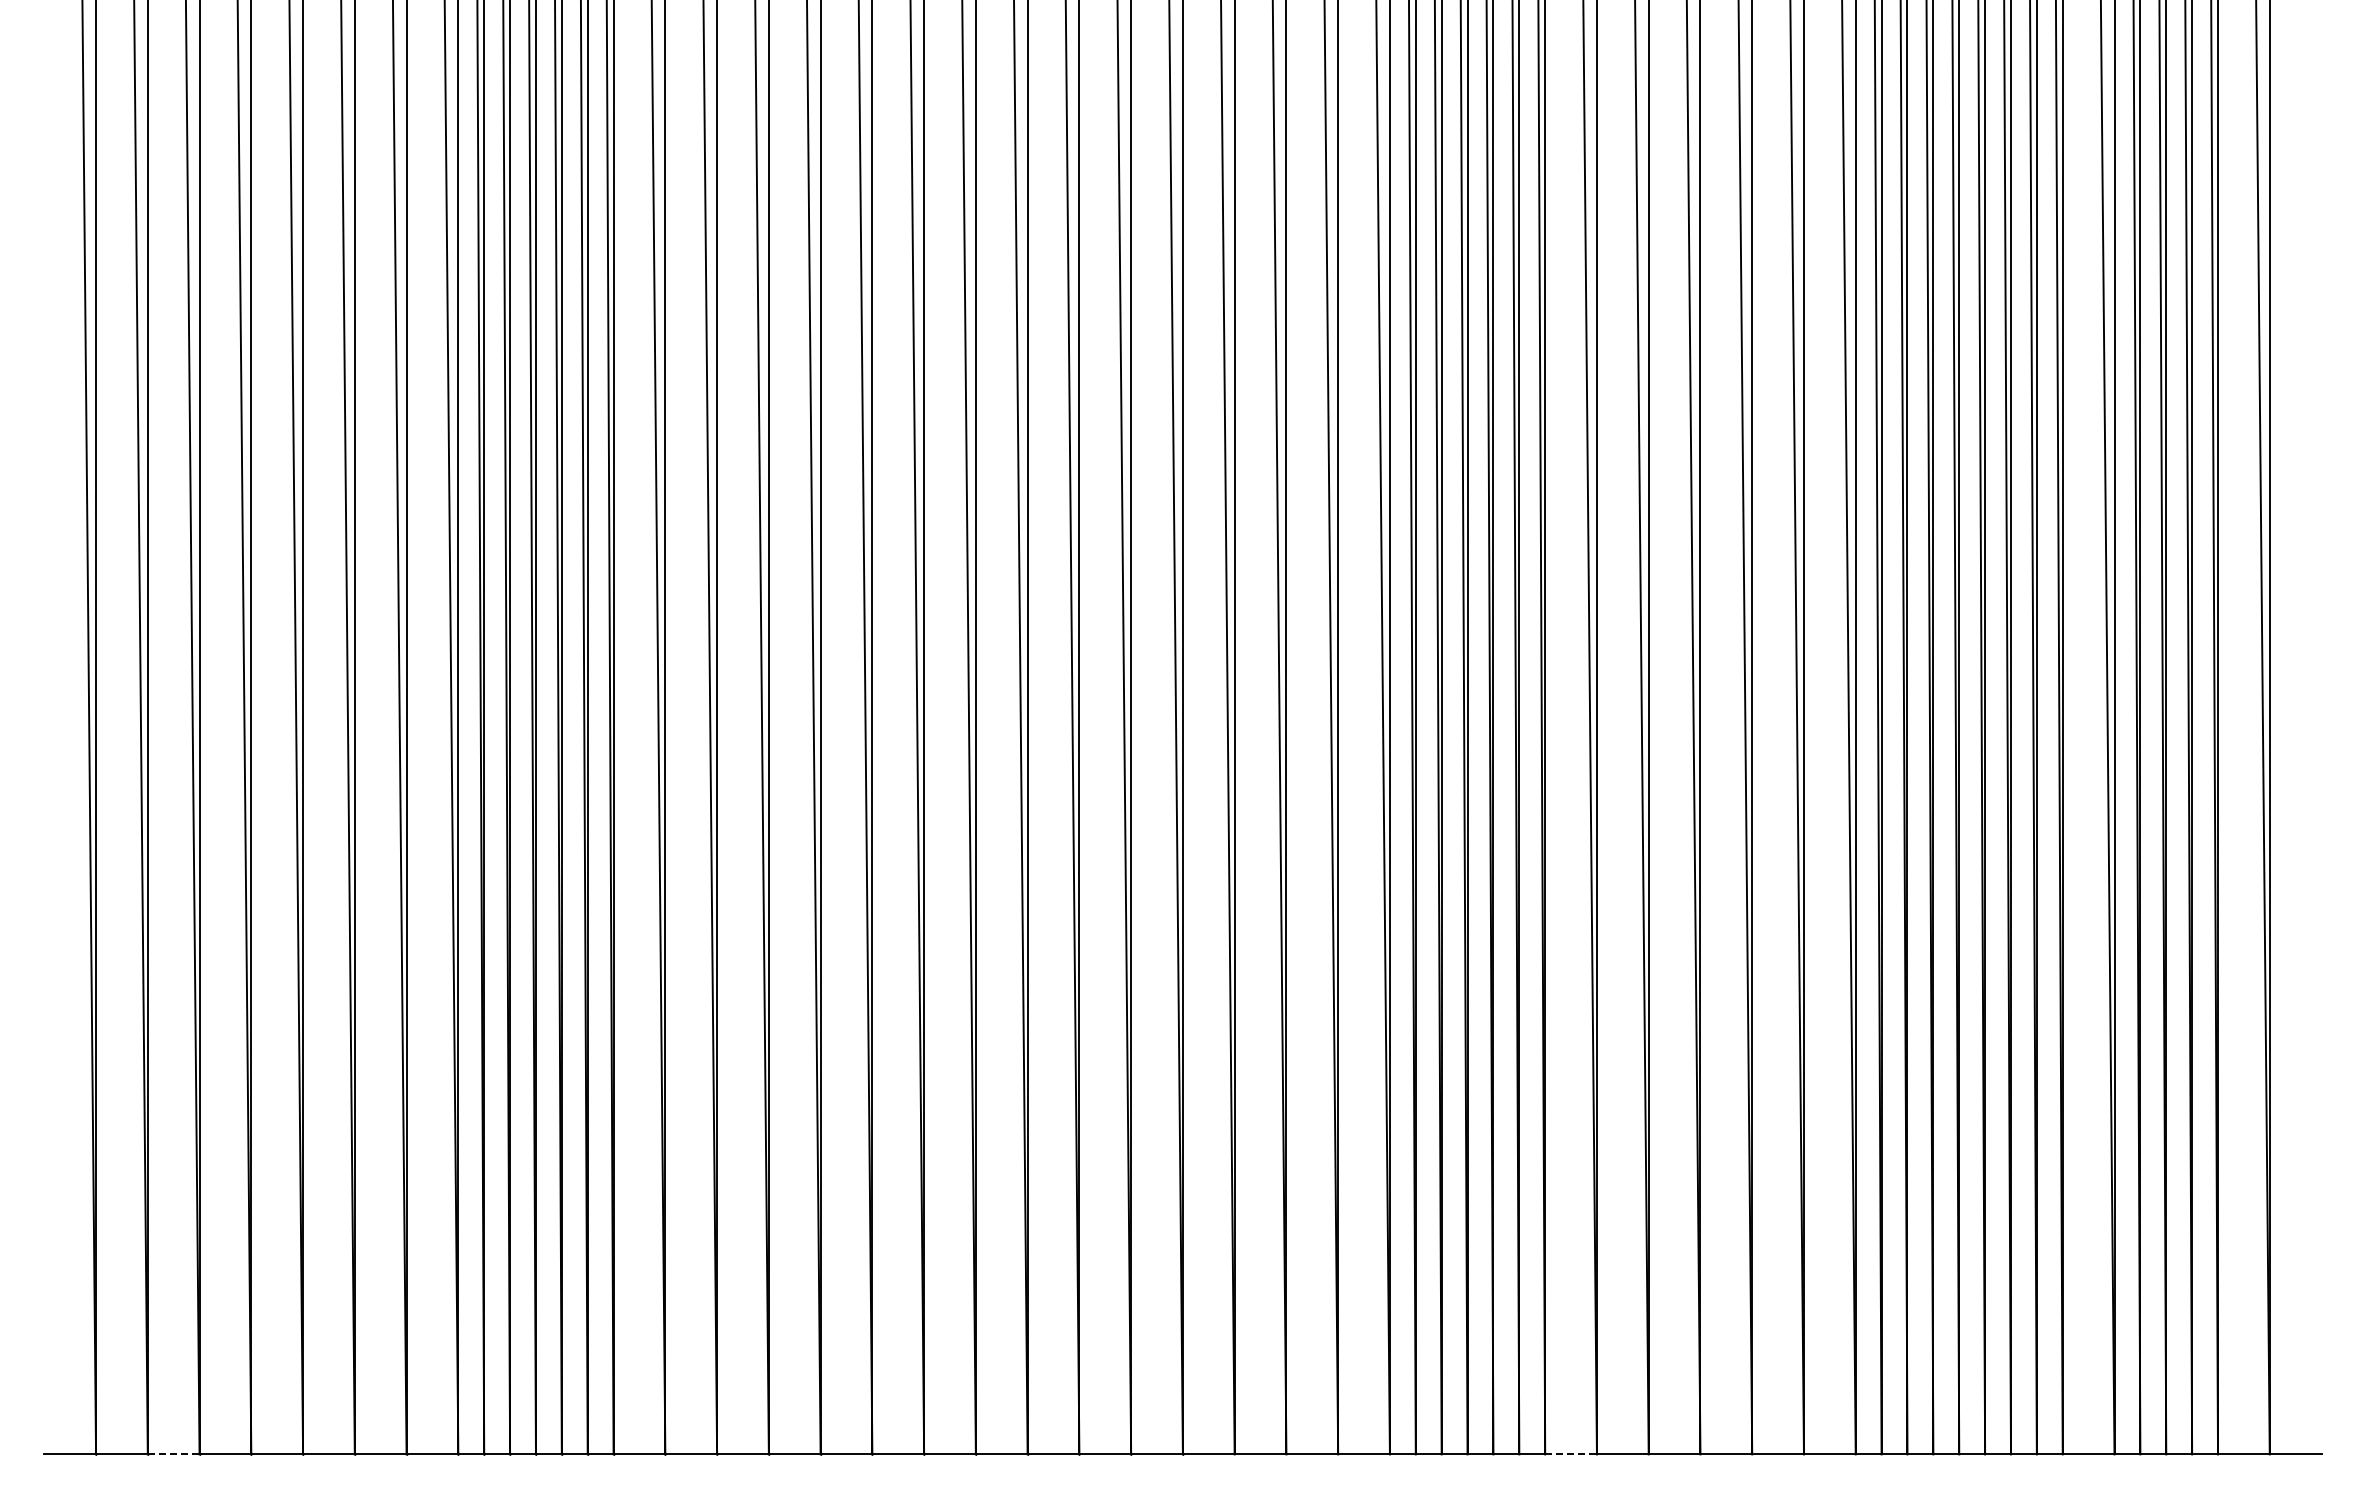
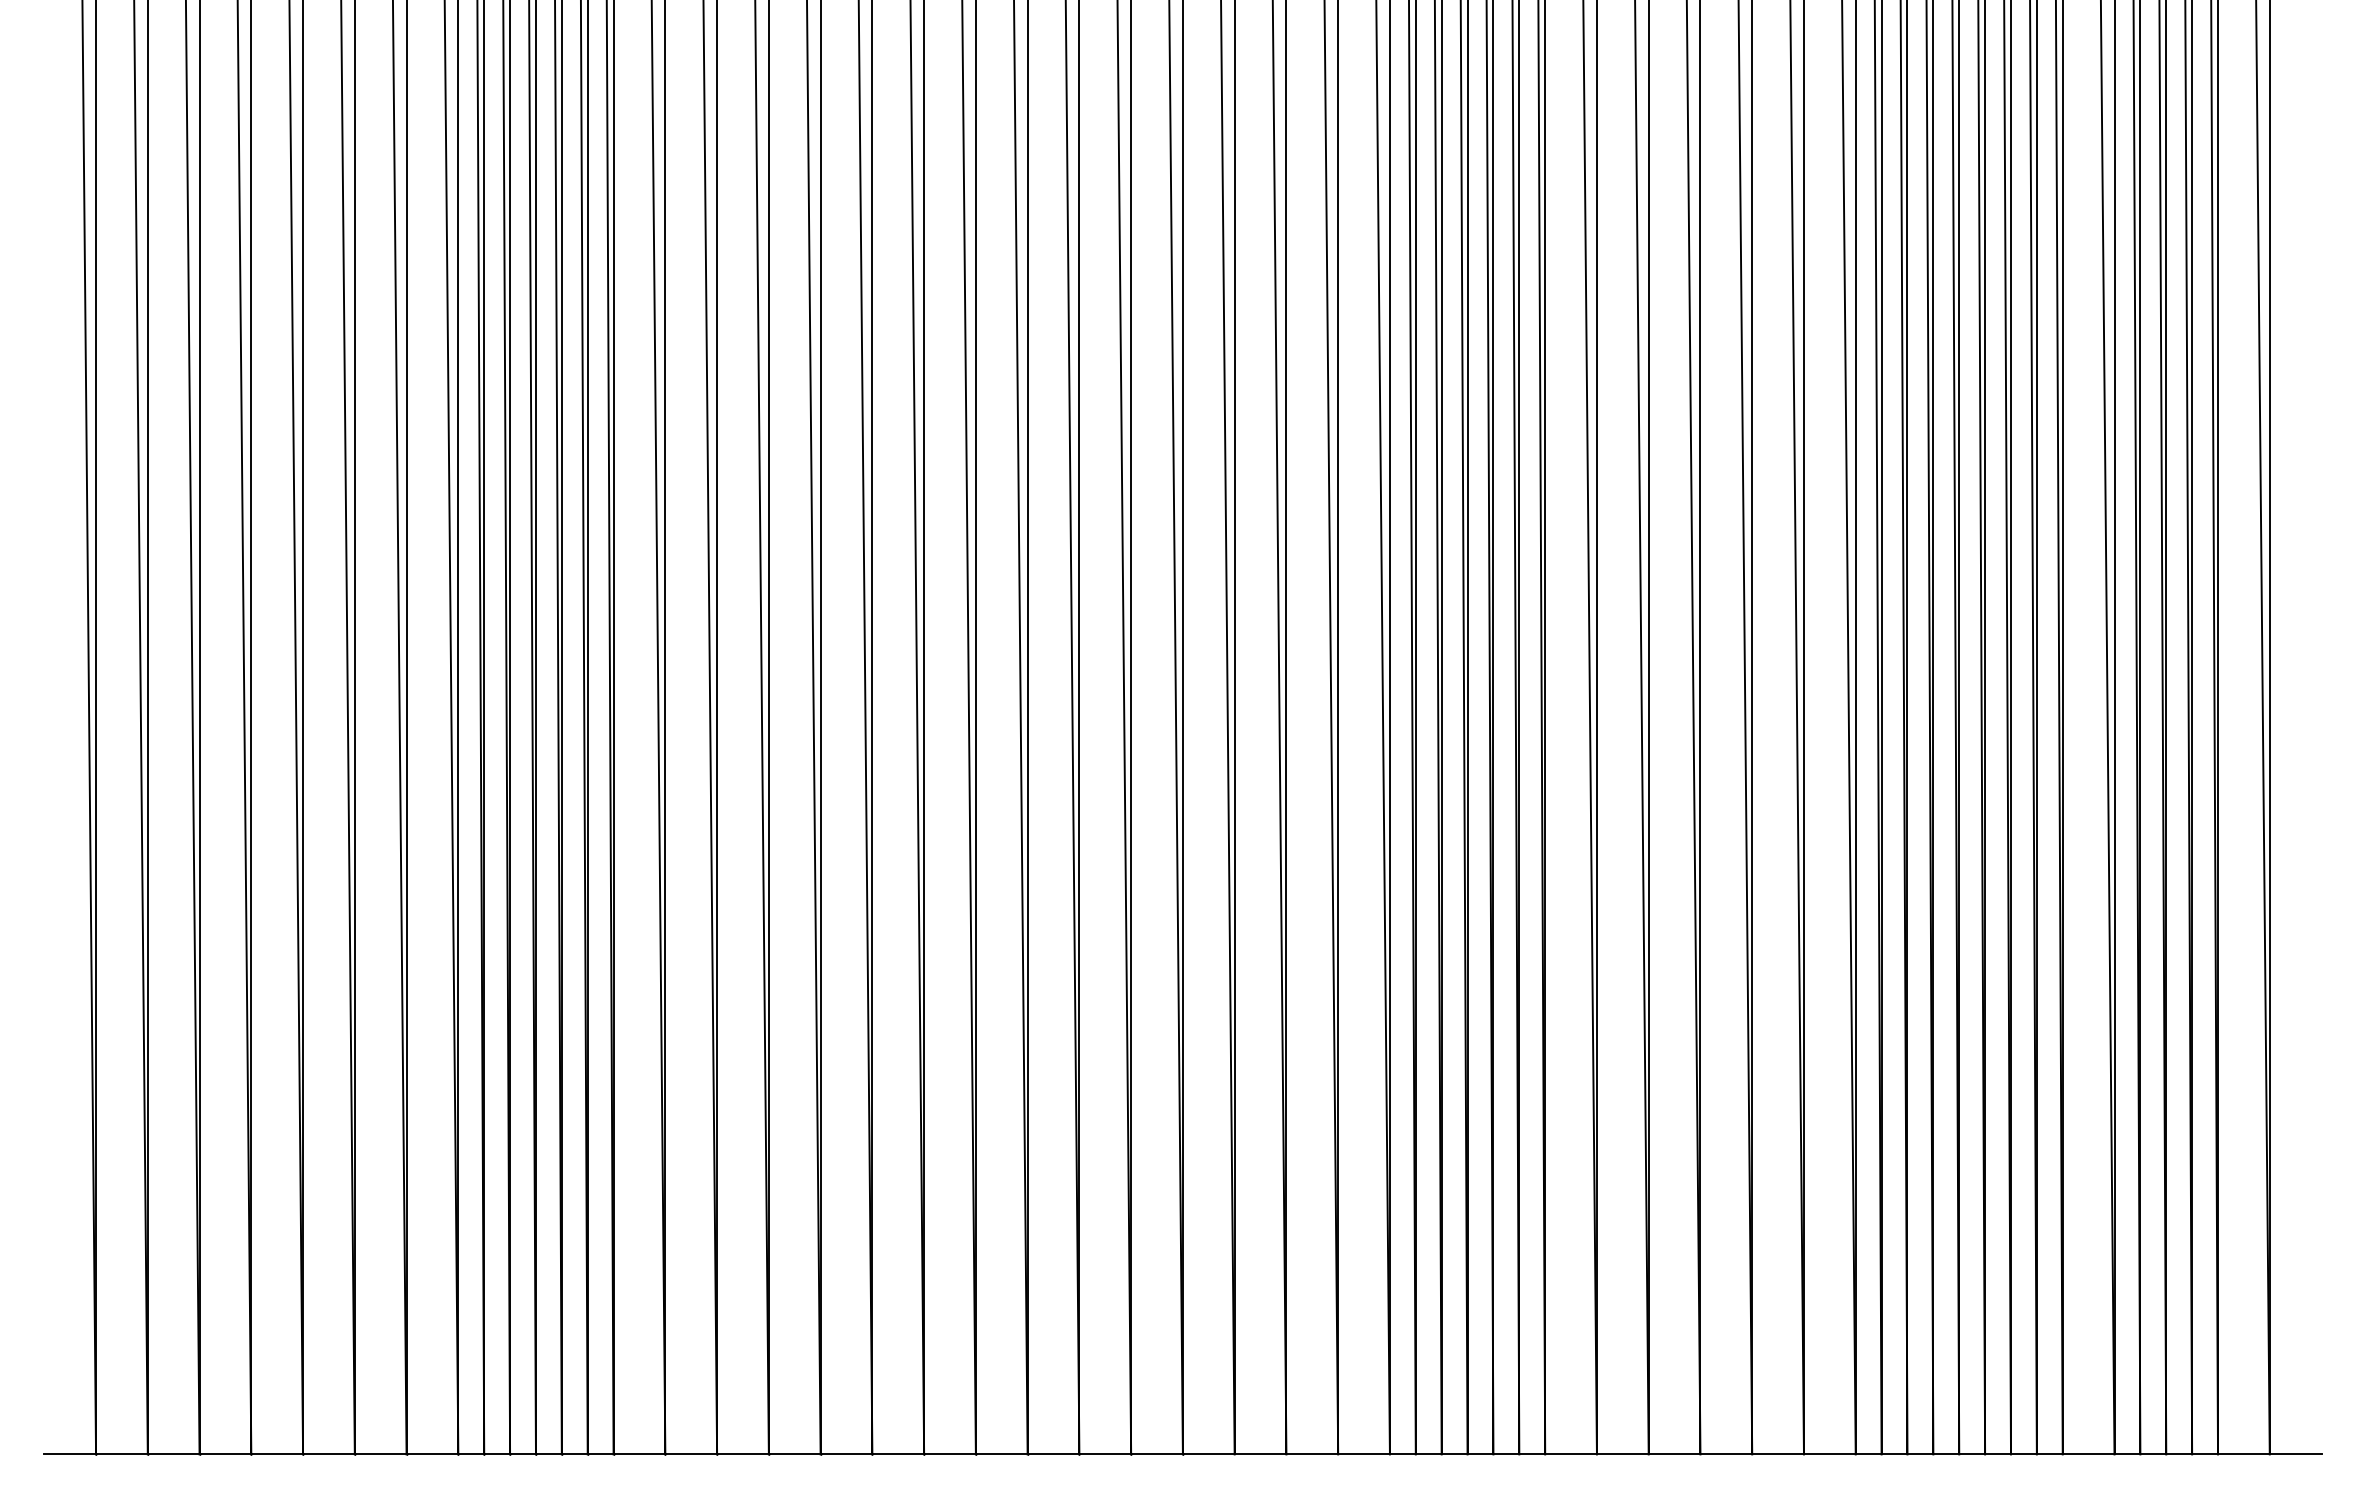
line at (173, 1454): dashed -> solid
line at (1571, 1454): dashed -> solid
